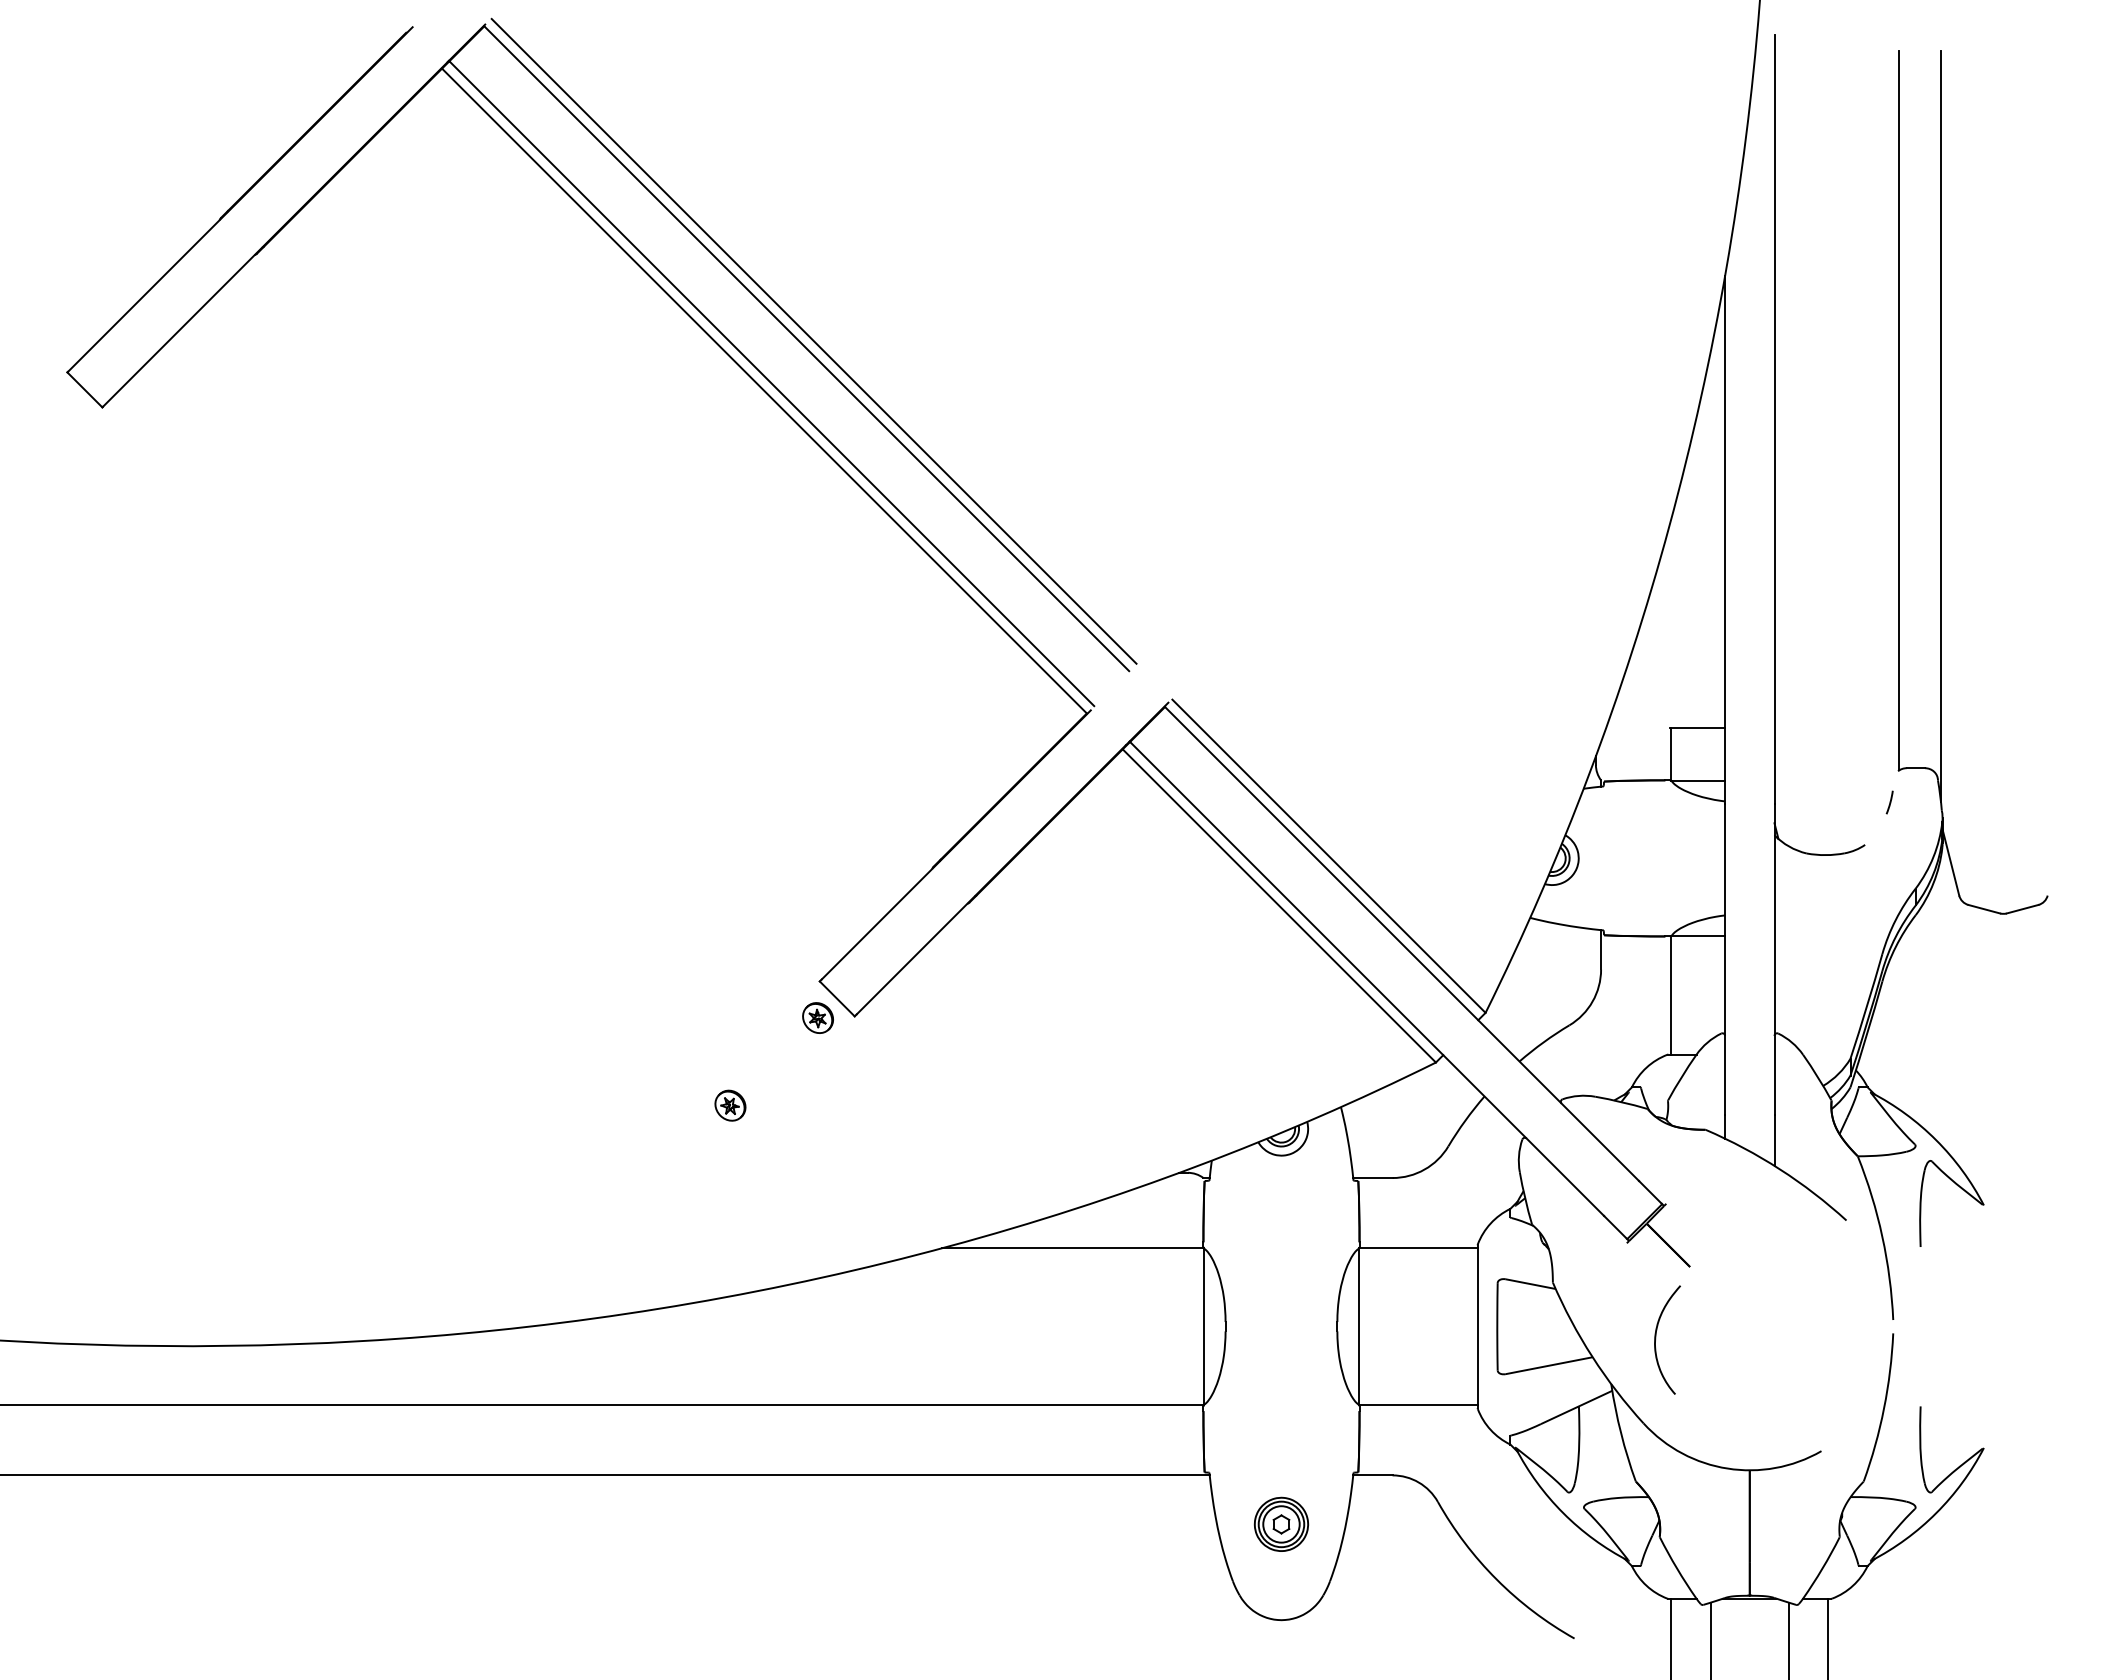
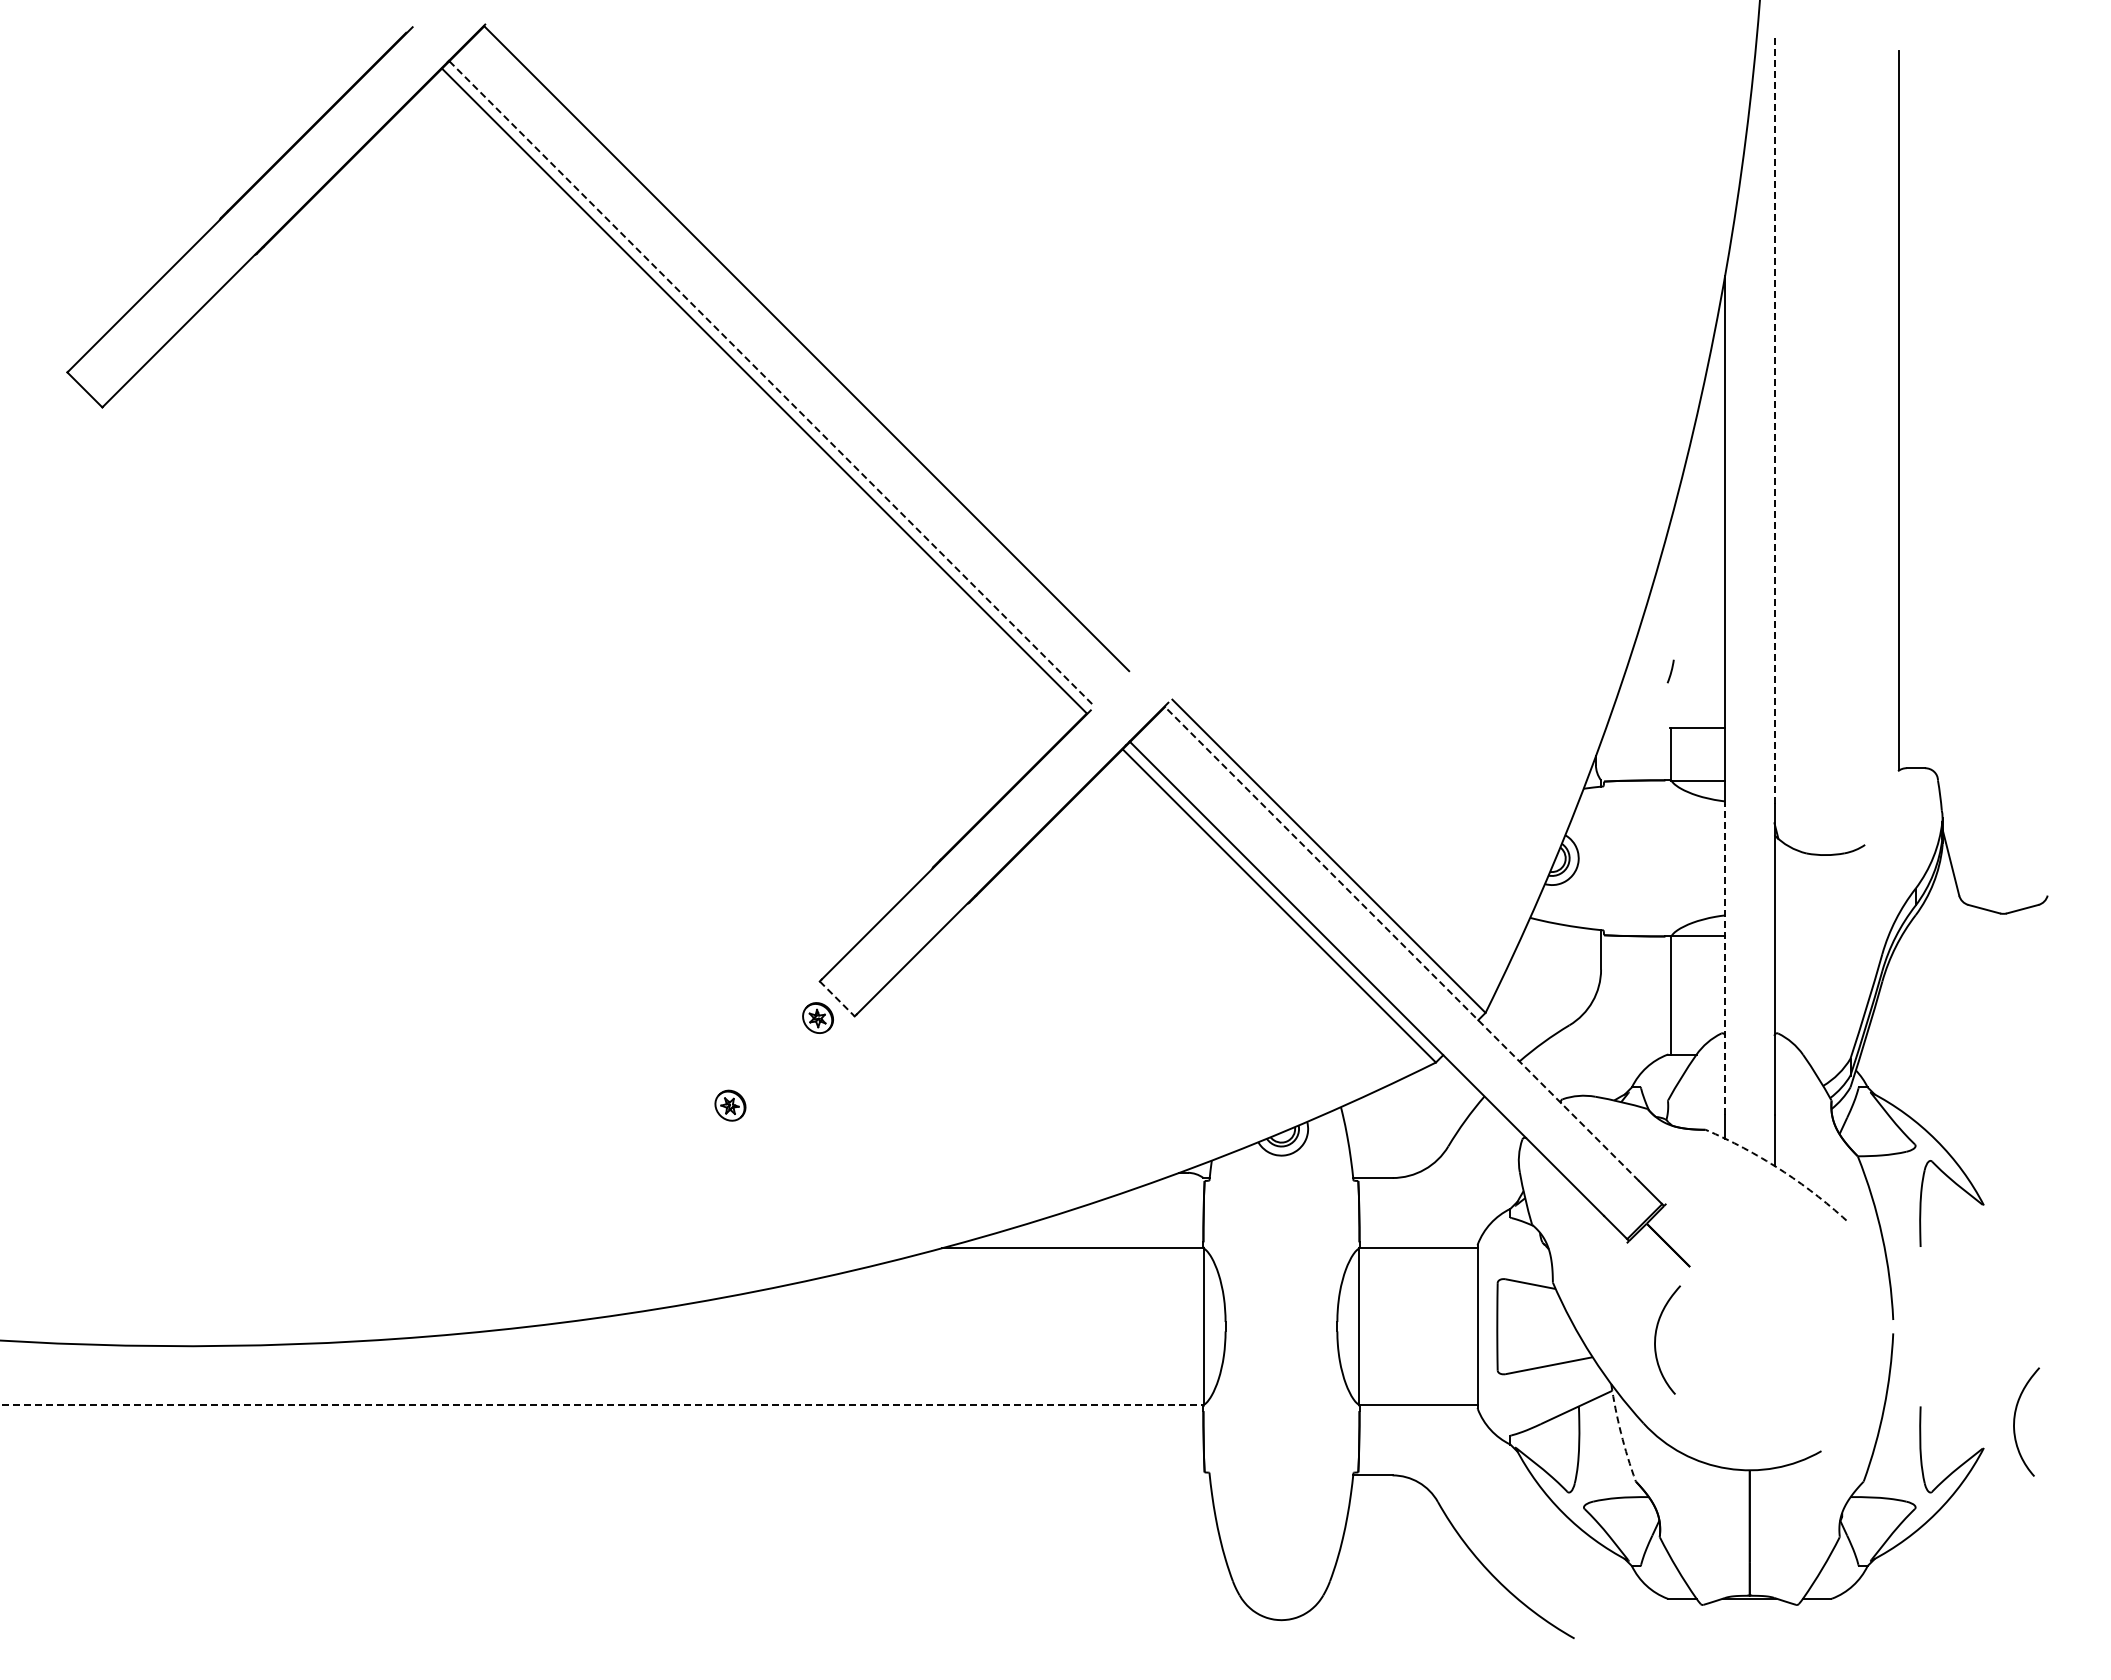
line at (813, 340): present -> none
line at (771, 383): solid -> dashed
line at (1774, 419): solid -> dashed
line at (1941, 426): present -> none
line at (1889, 802) position: (1889, 802) -> (1670, 671)
line at (1401, 943): solid -> dashed
line at (1725, 958): solid -> dashed
line at (837, 998): solid -> dashed
arc at (1779, 1169): solid -> dashed
line at (602, 1405): solid -> dashed
curve at (2015, 1421): none -> present
arc at (1621, 1433): solid -> dashed
line at (605, 1475): present -> none
part at (1281, 1523): present -> none
line at (1671, 1637): present -> none
line at (1828, 1637): present -> none
line at (1710, 1639): present -> none
line at (1788, 1639): present -> none
